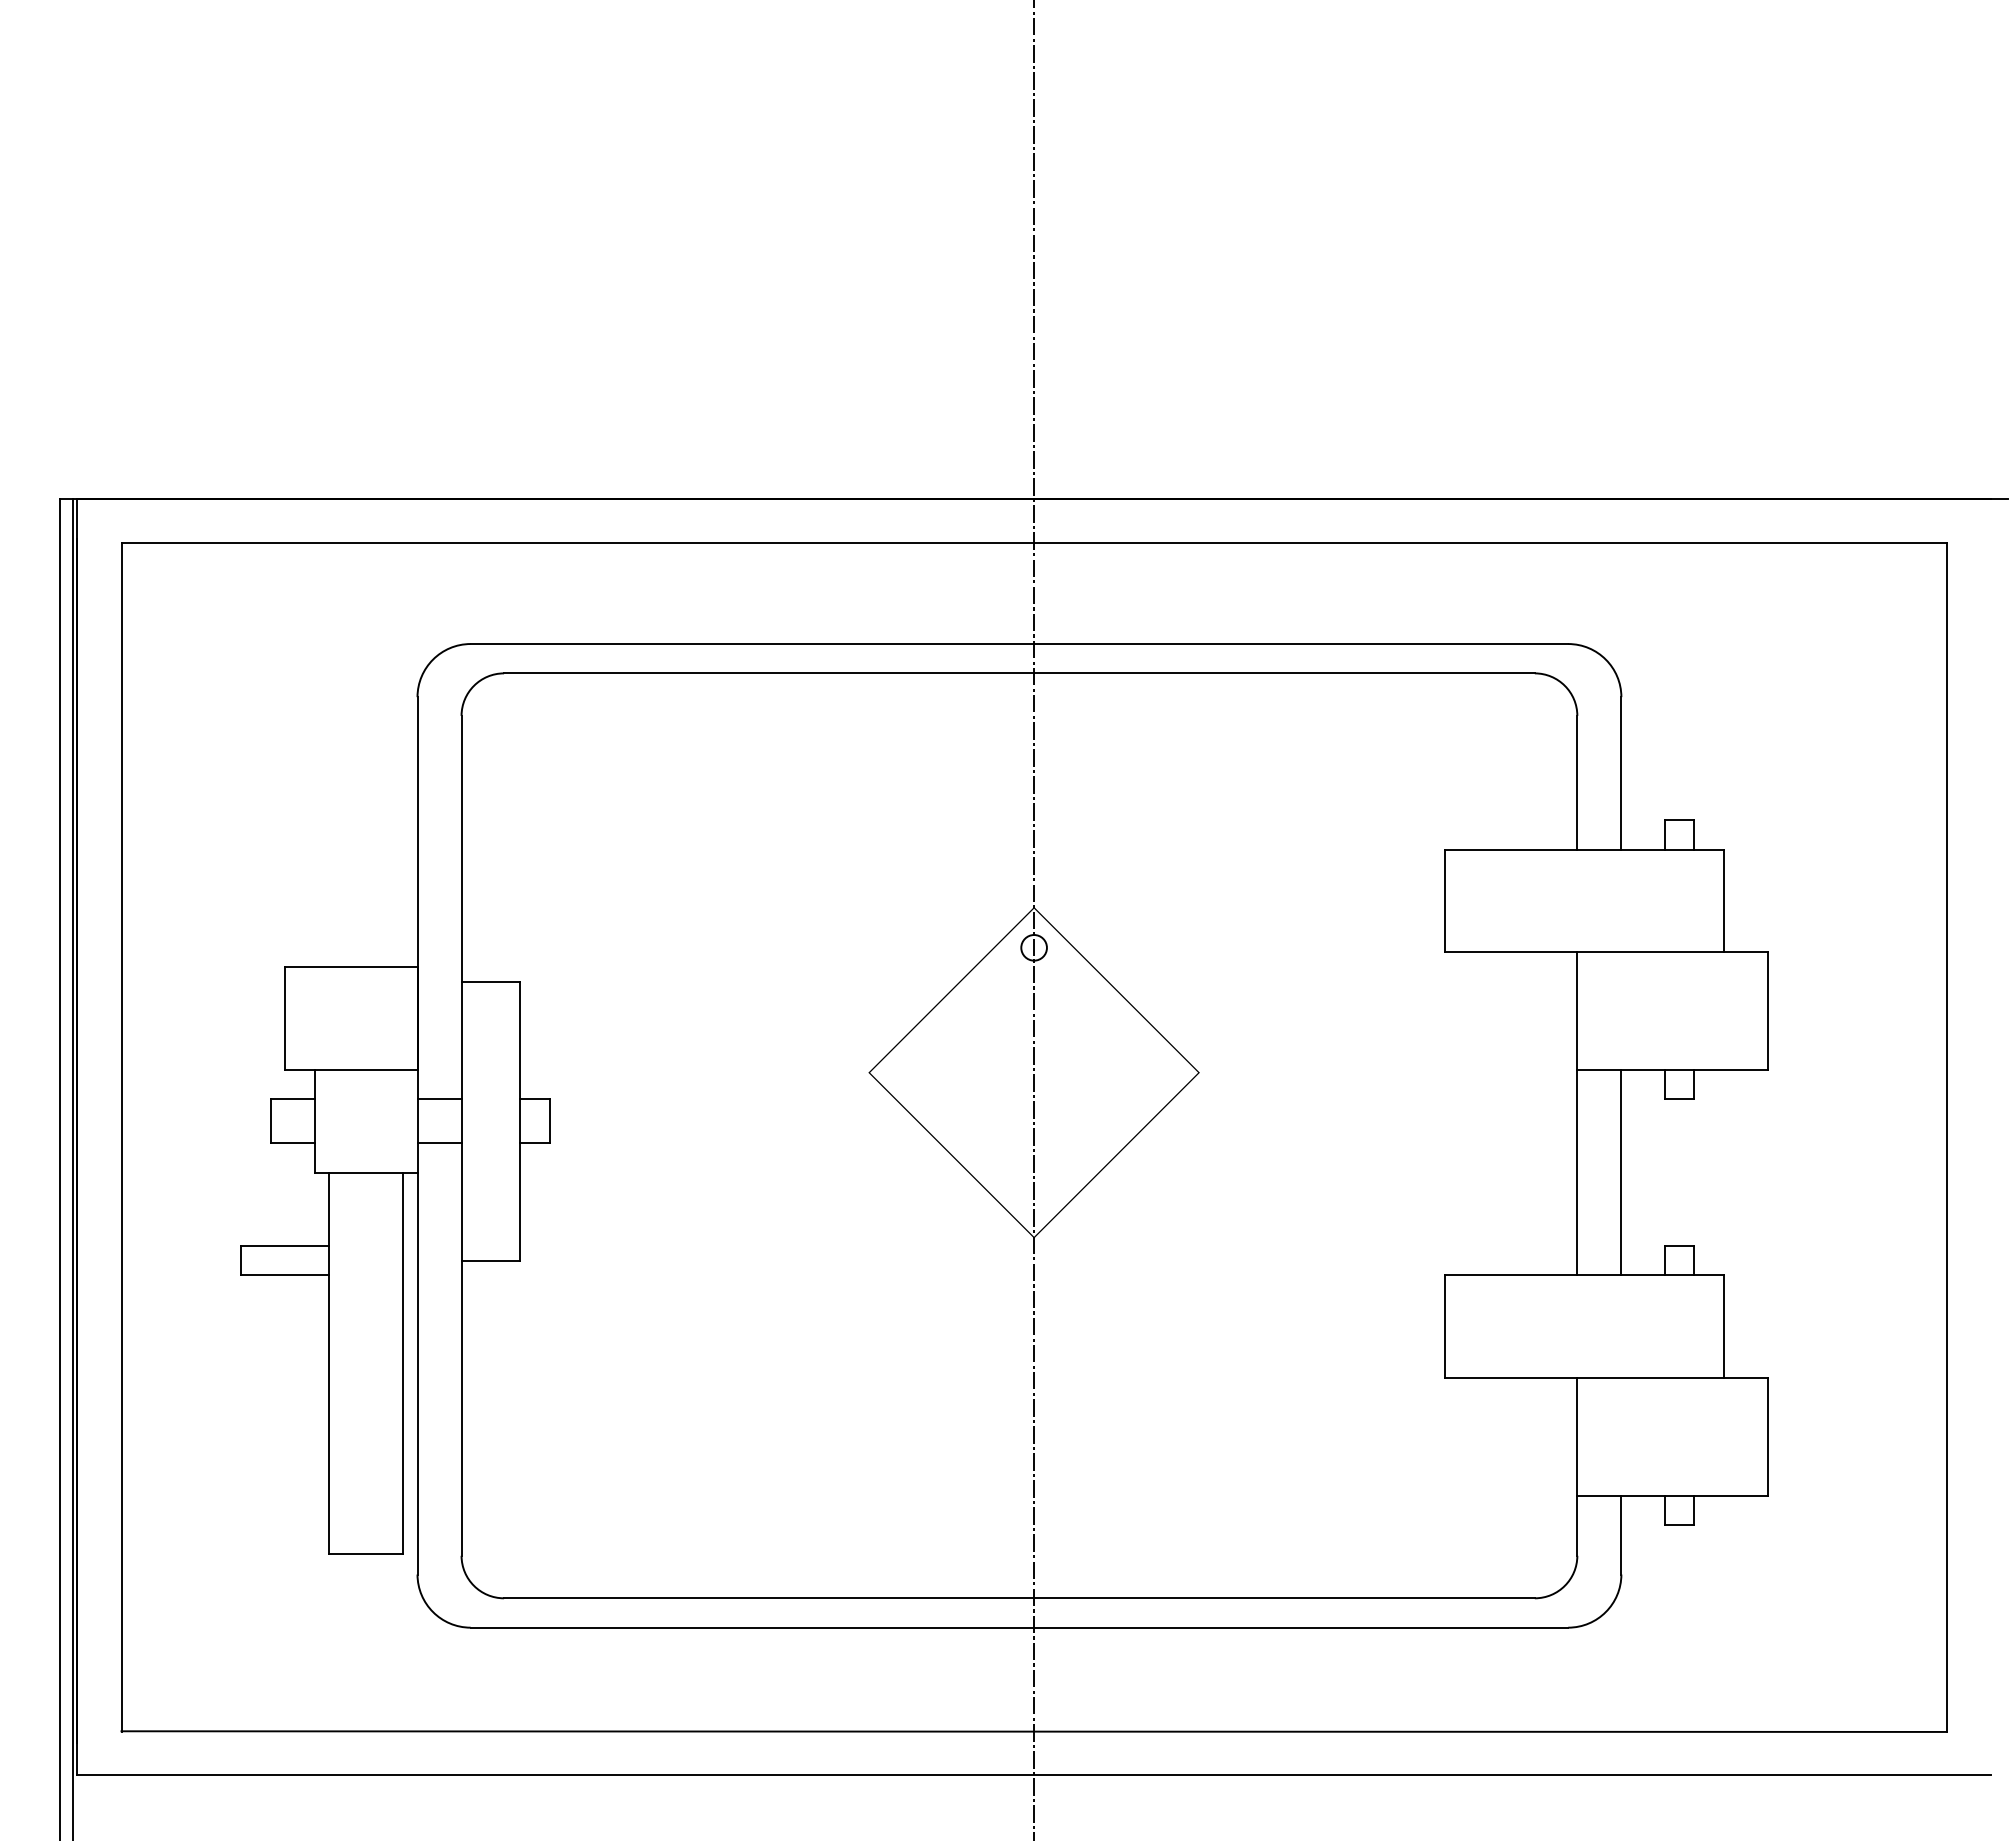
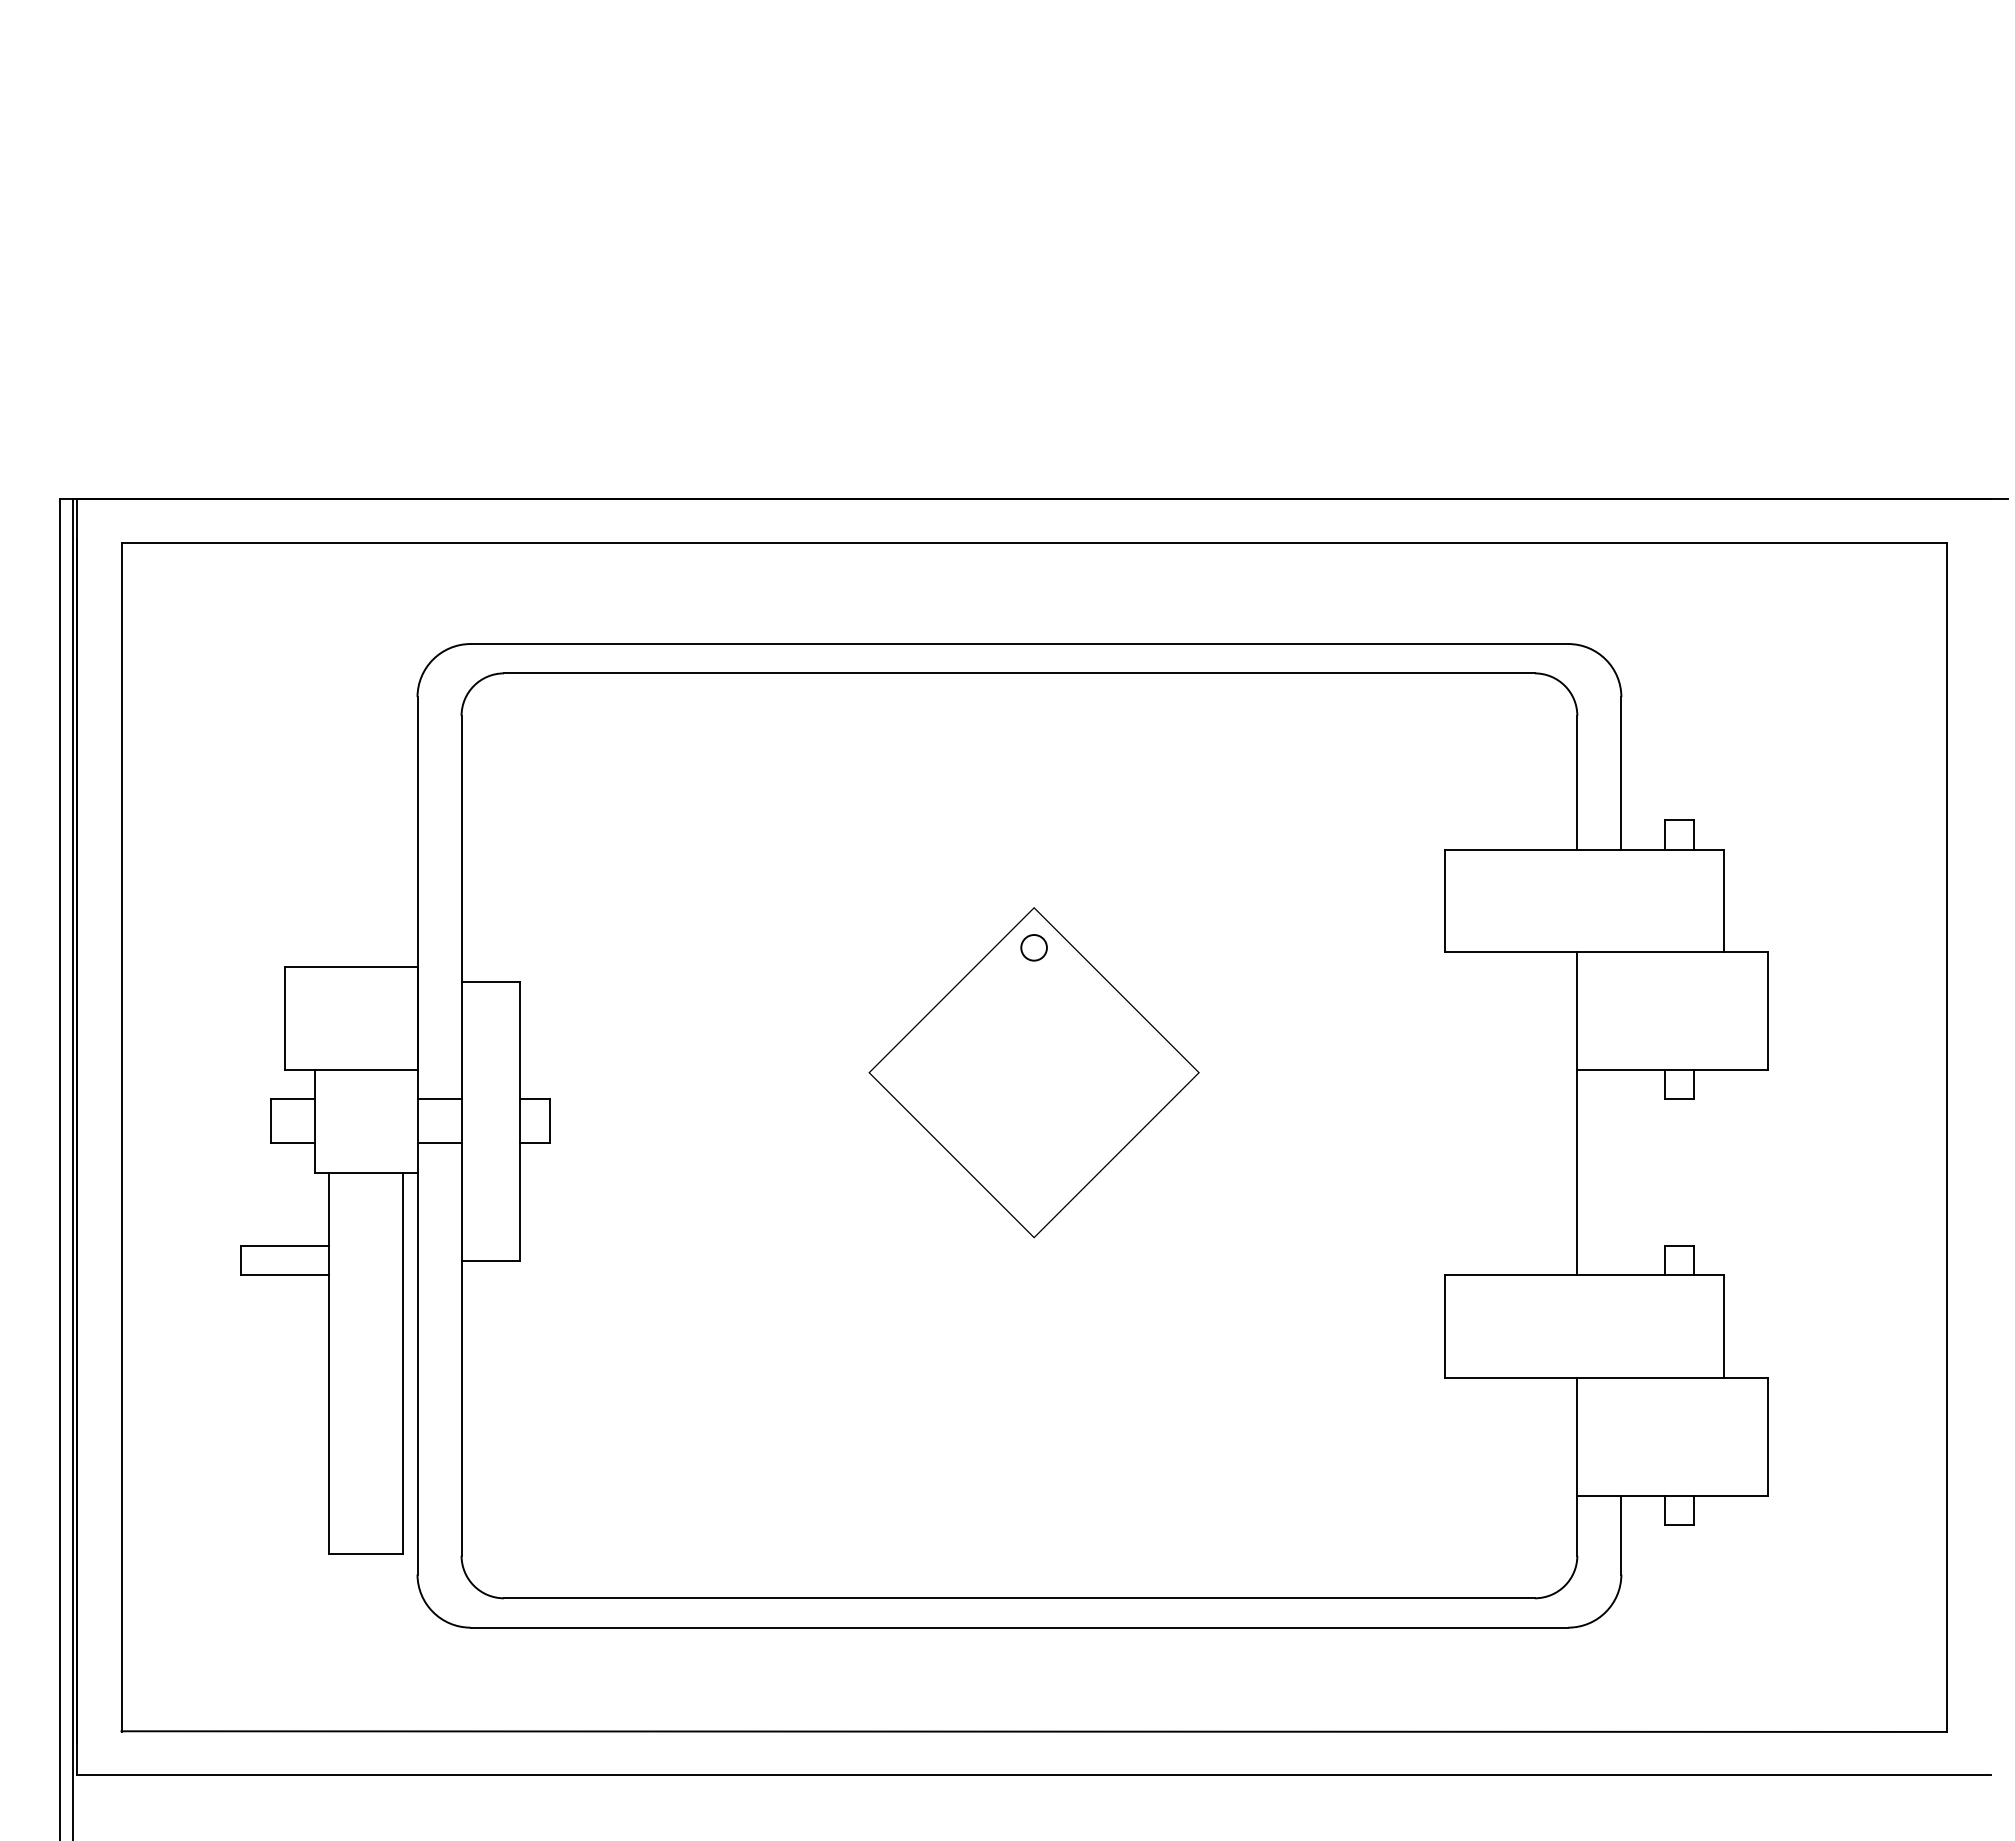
line at (1034, 919): present -> none
line at (1621, 1172): present -> none
